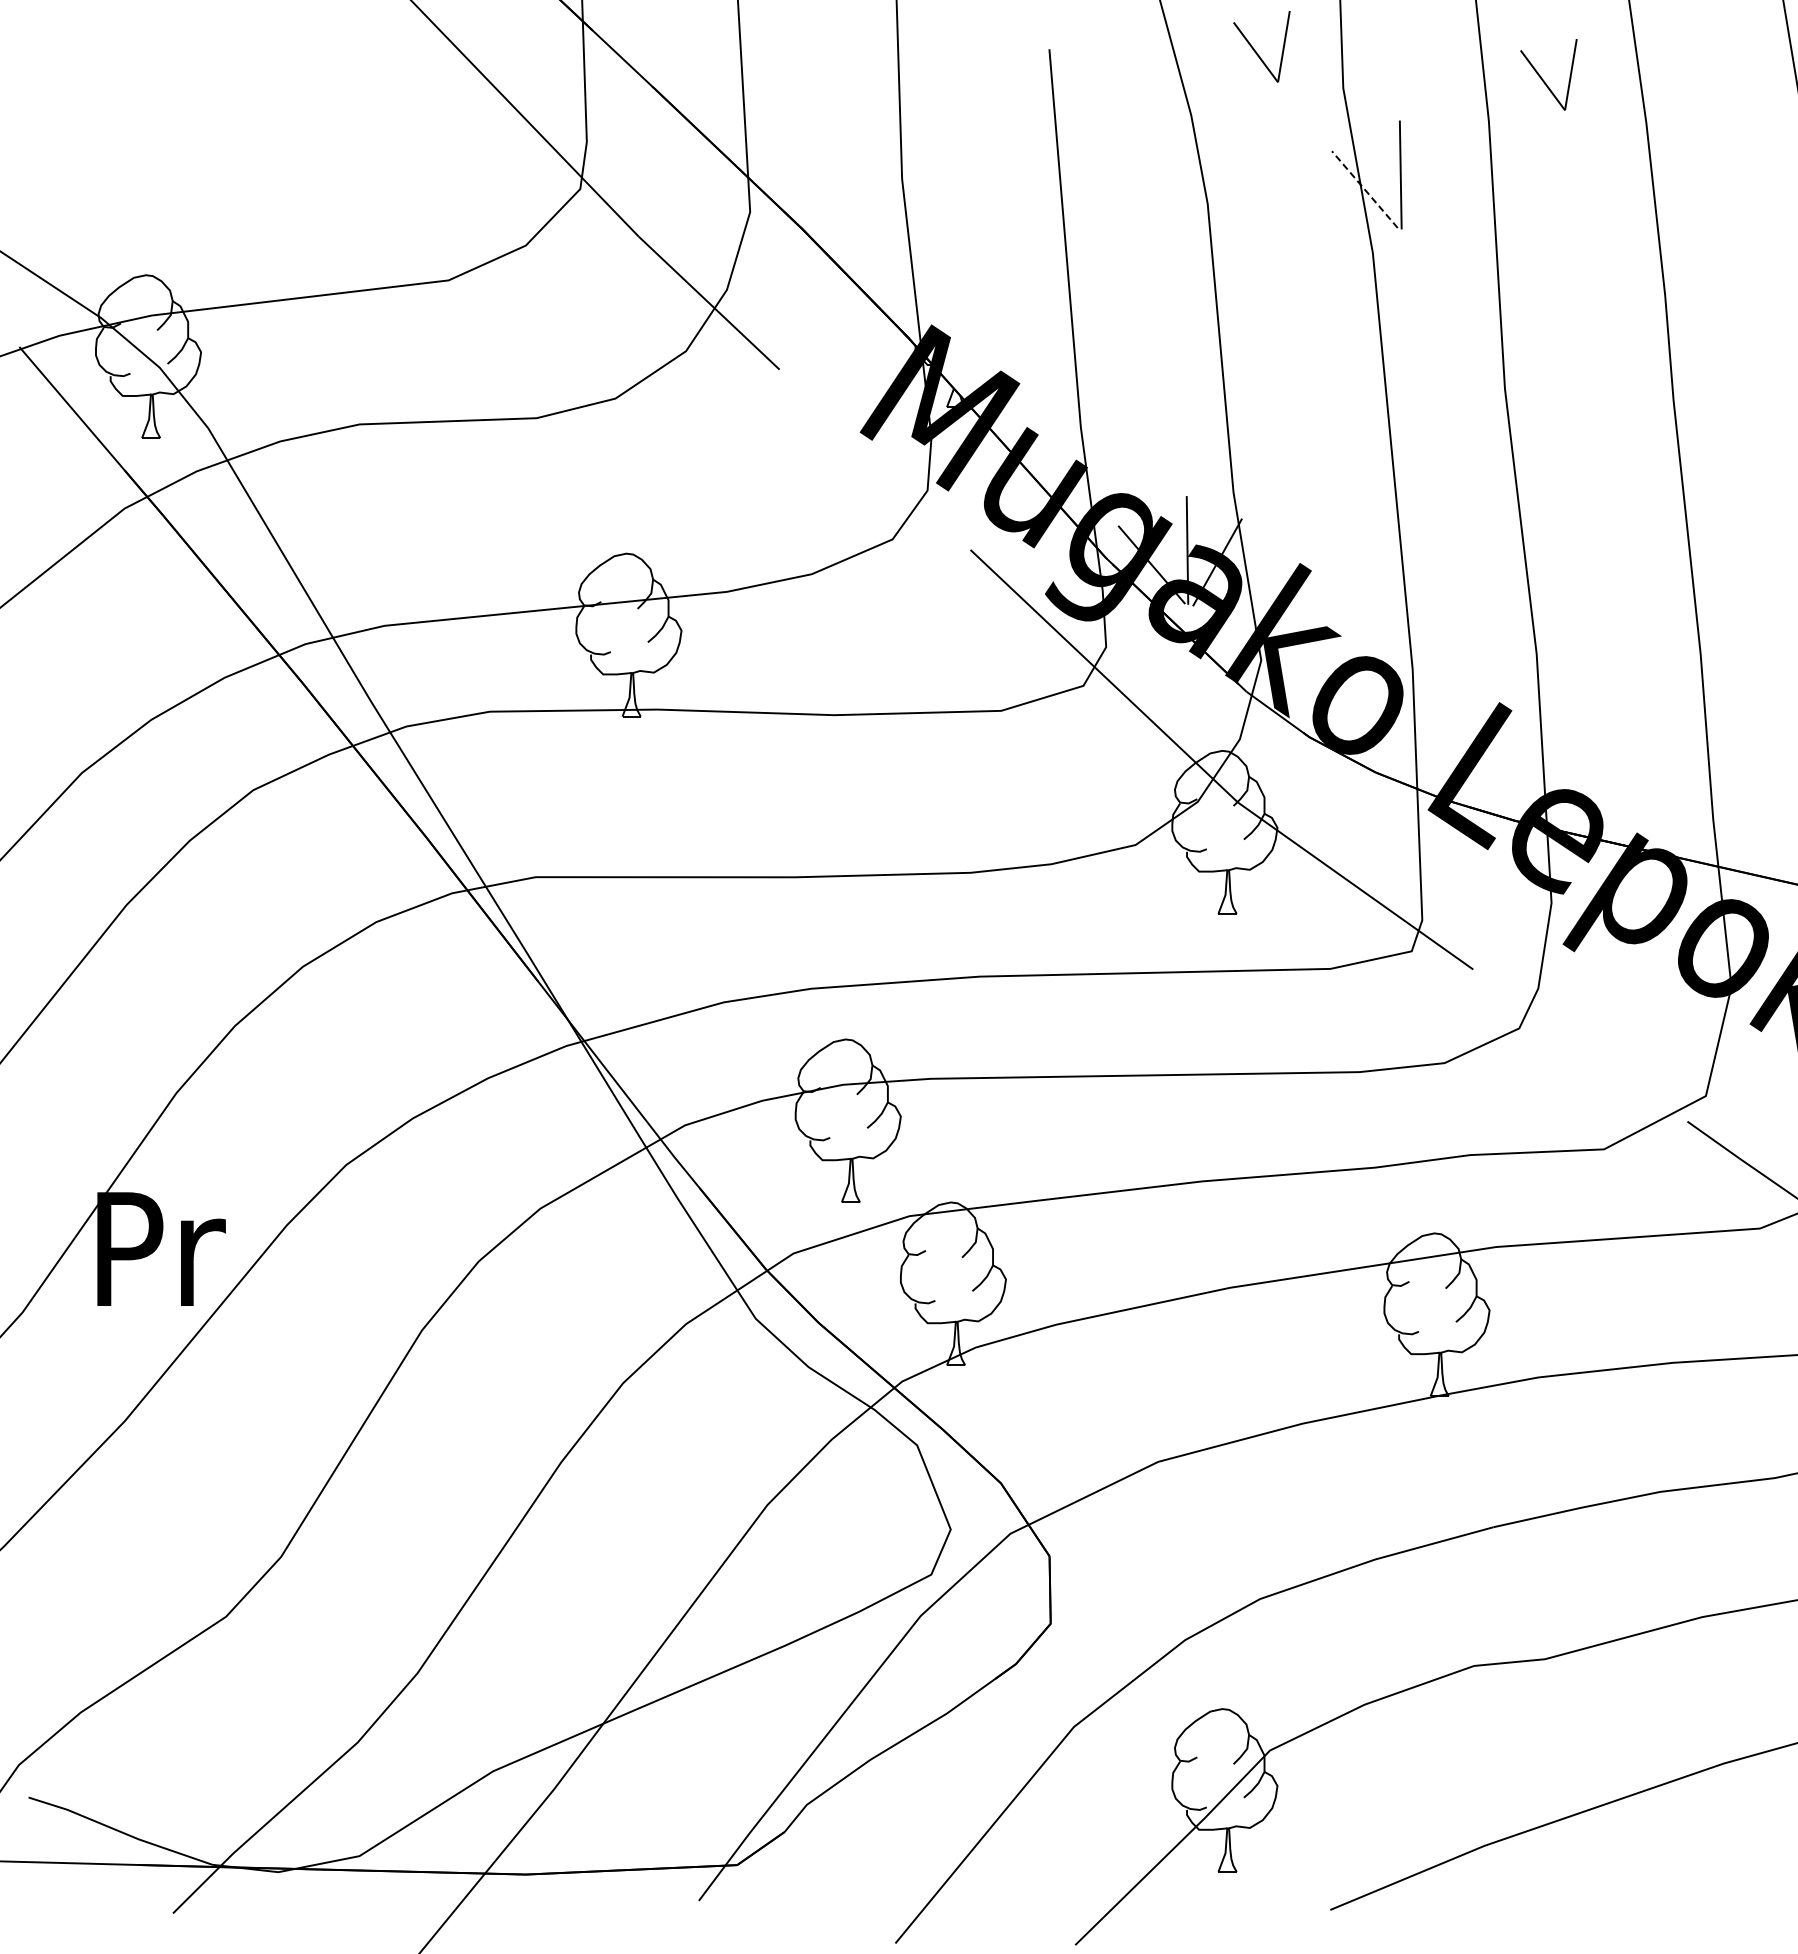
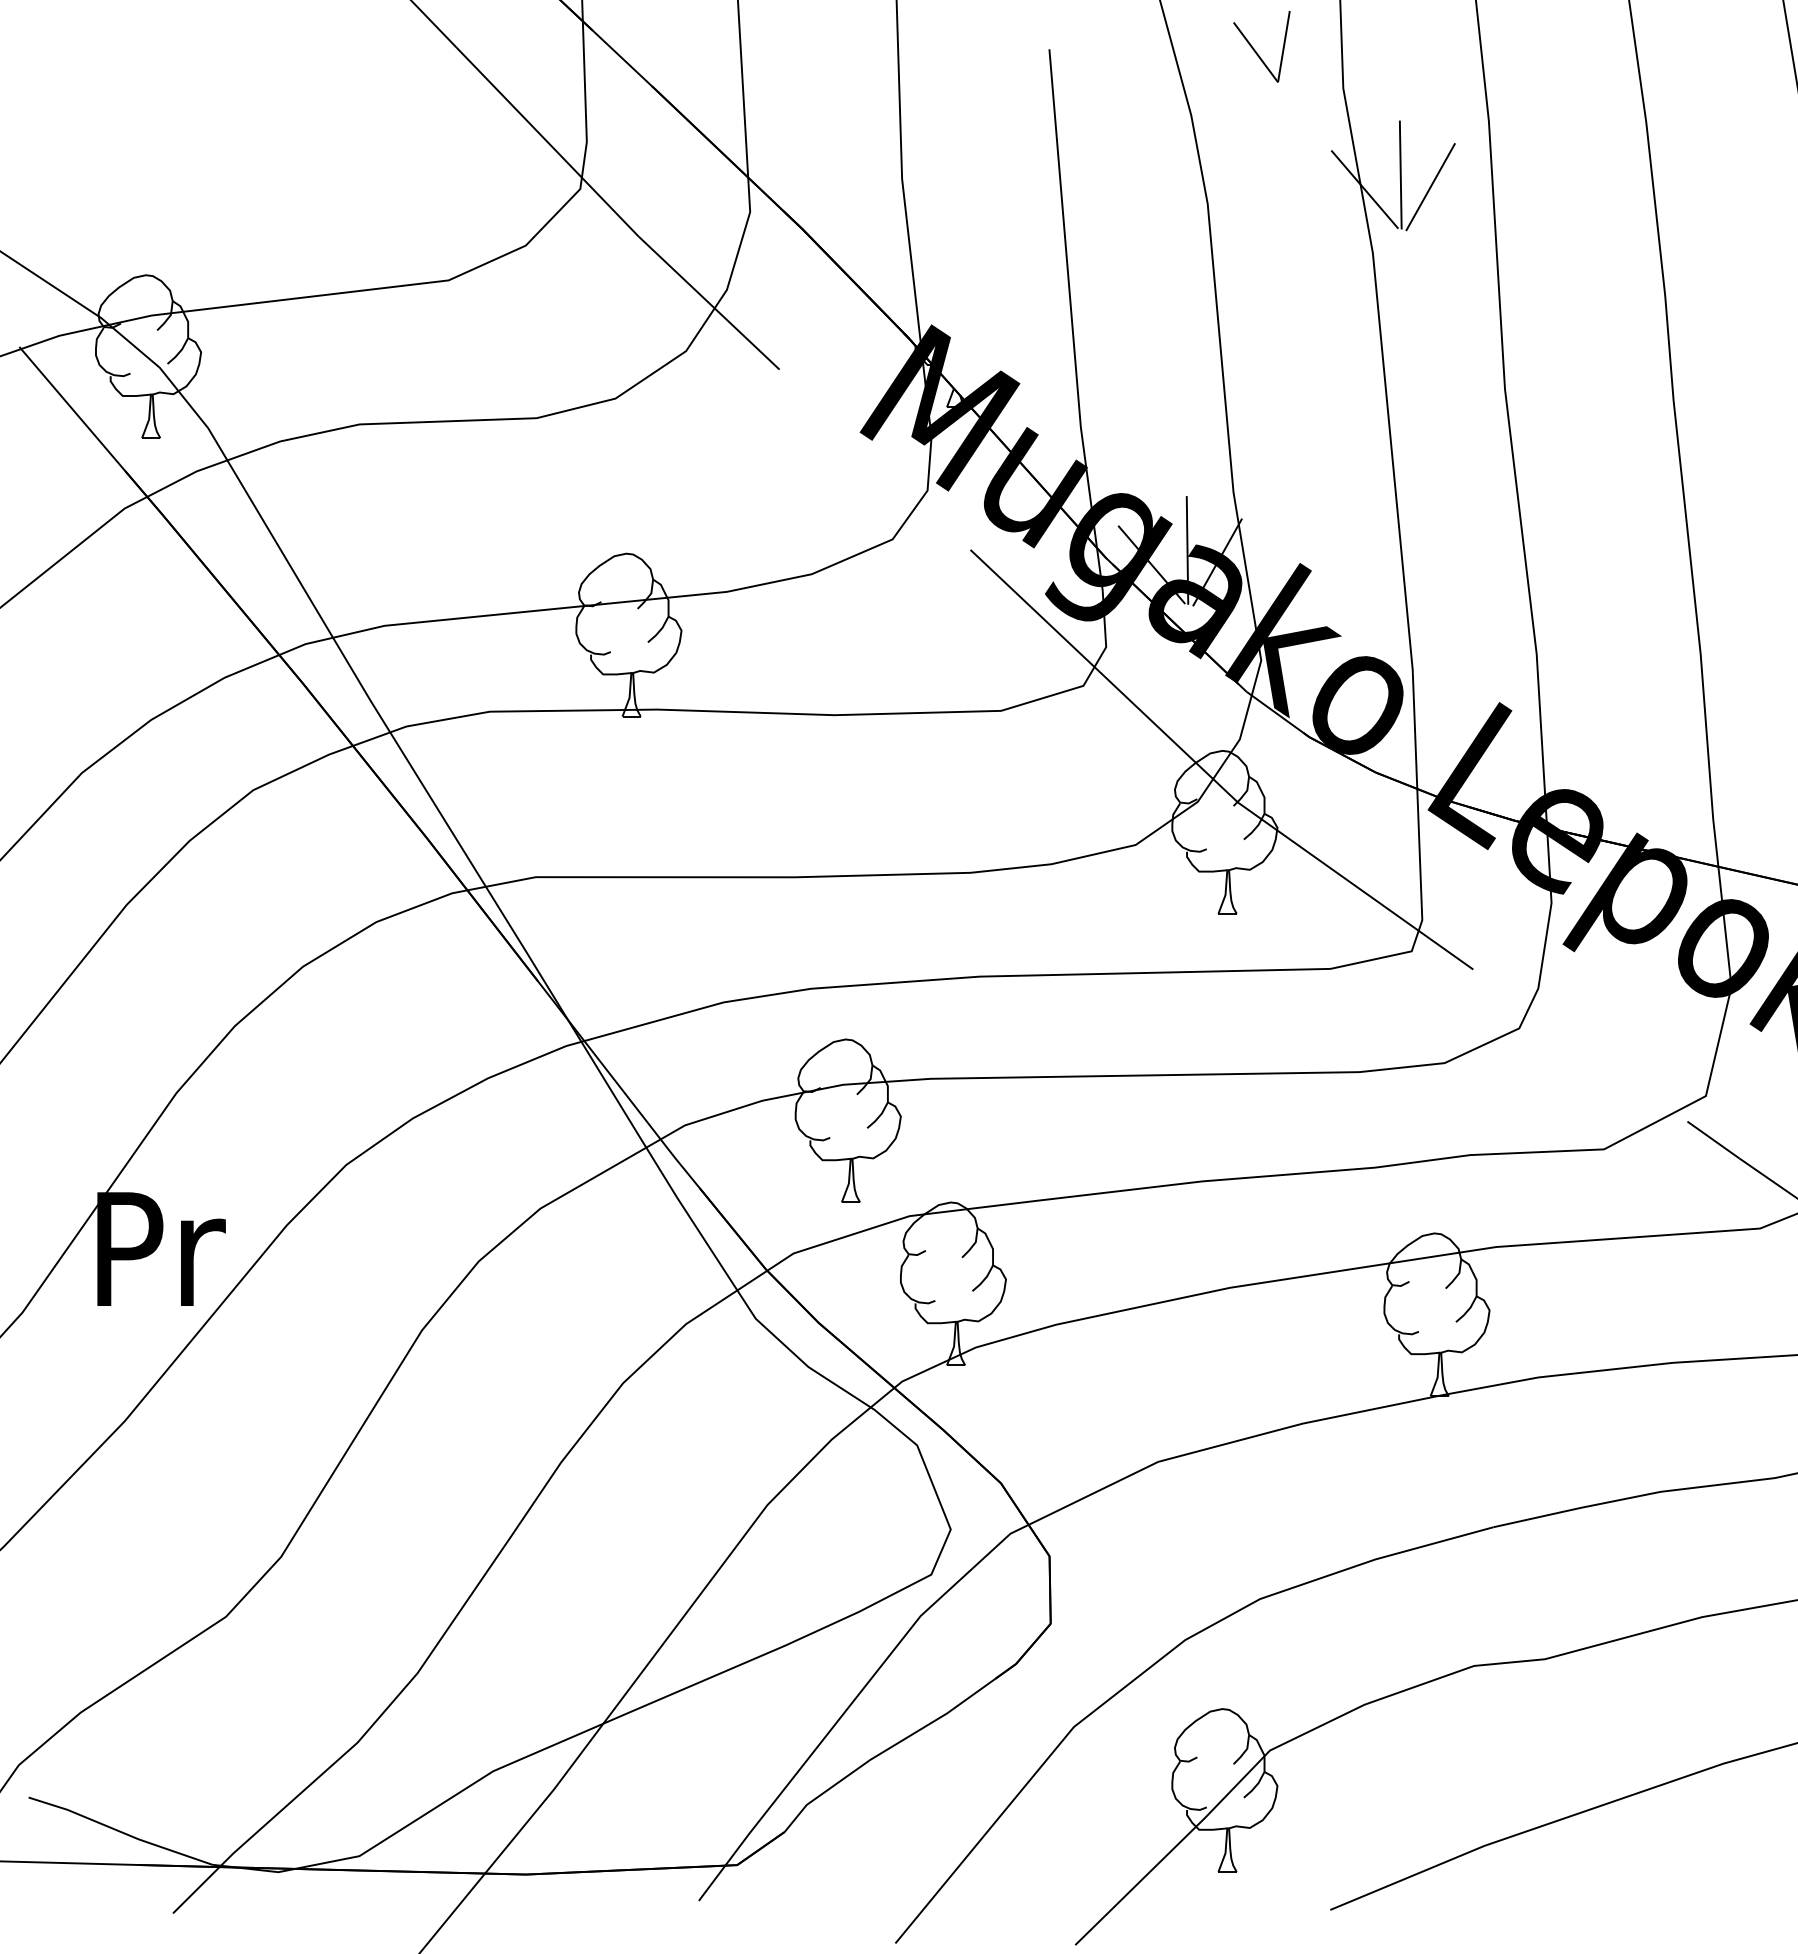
line at (1543, 79): present -> none
line at (1430, 187): none -> present
line at (1364, 189): dashed -> solid
